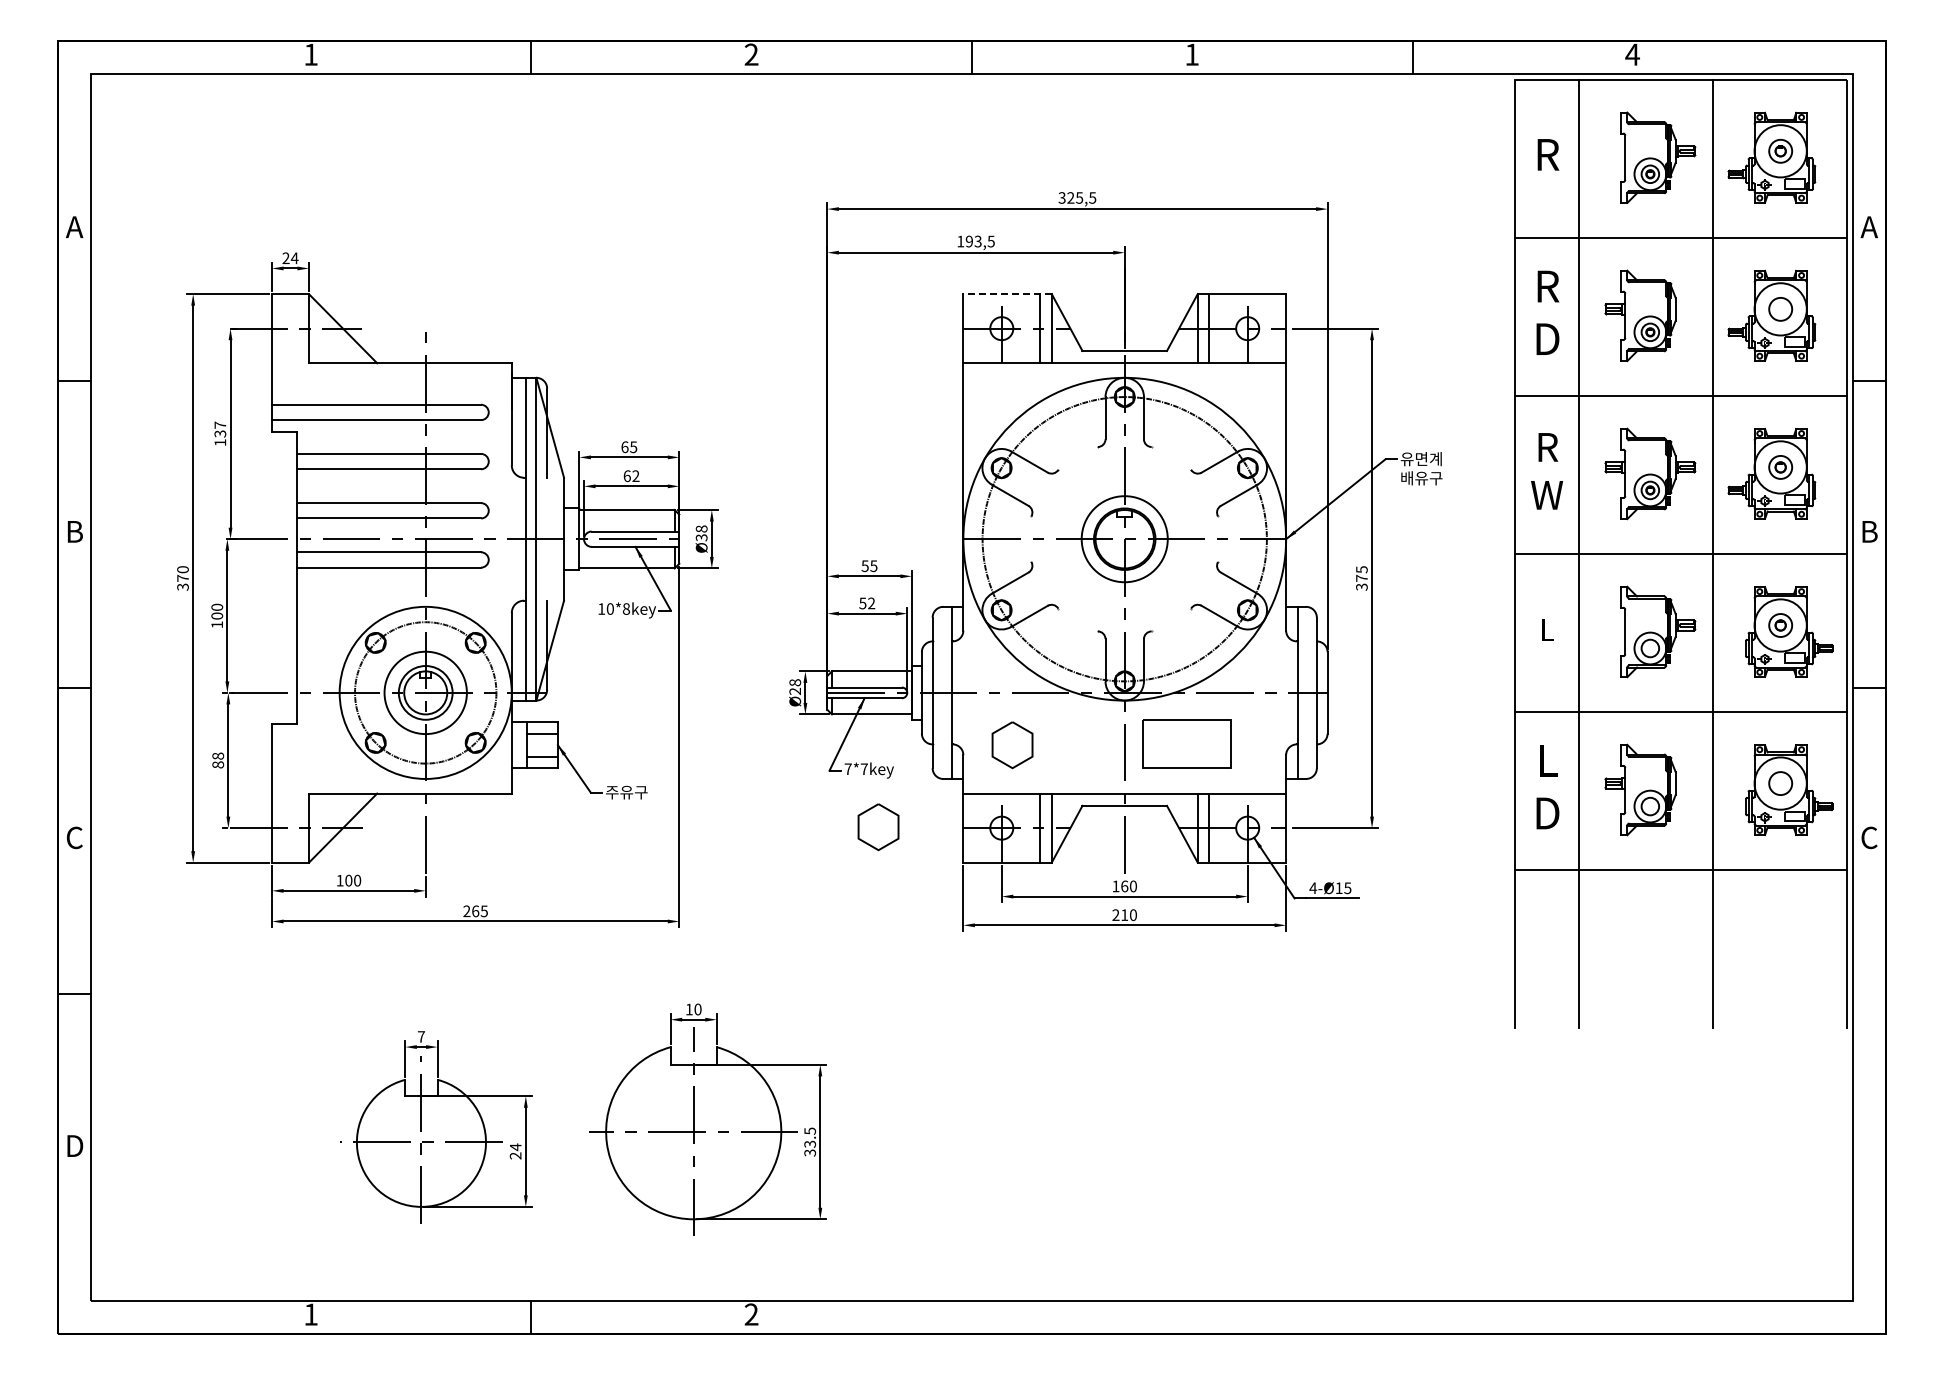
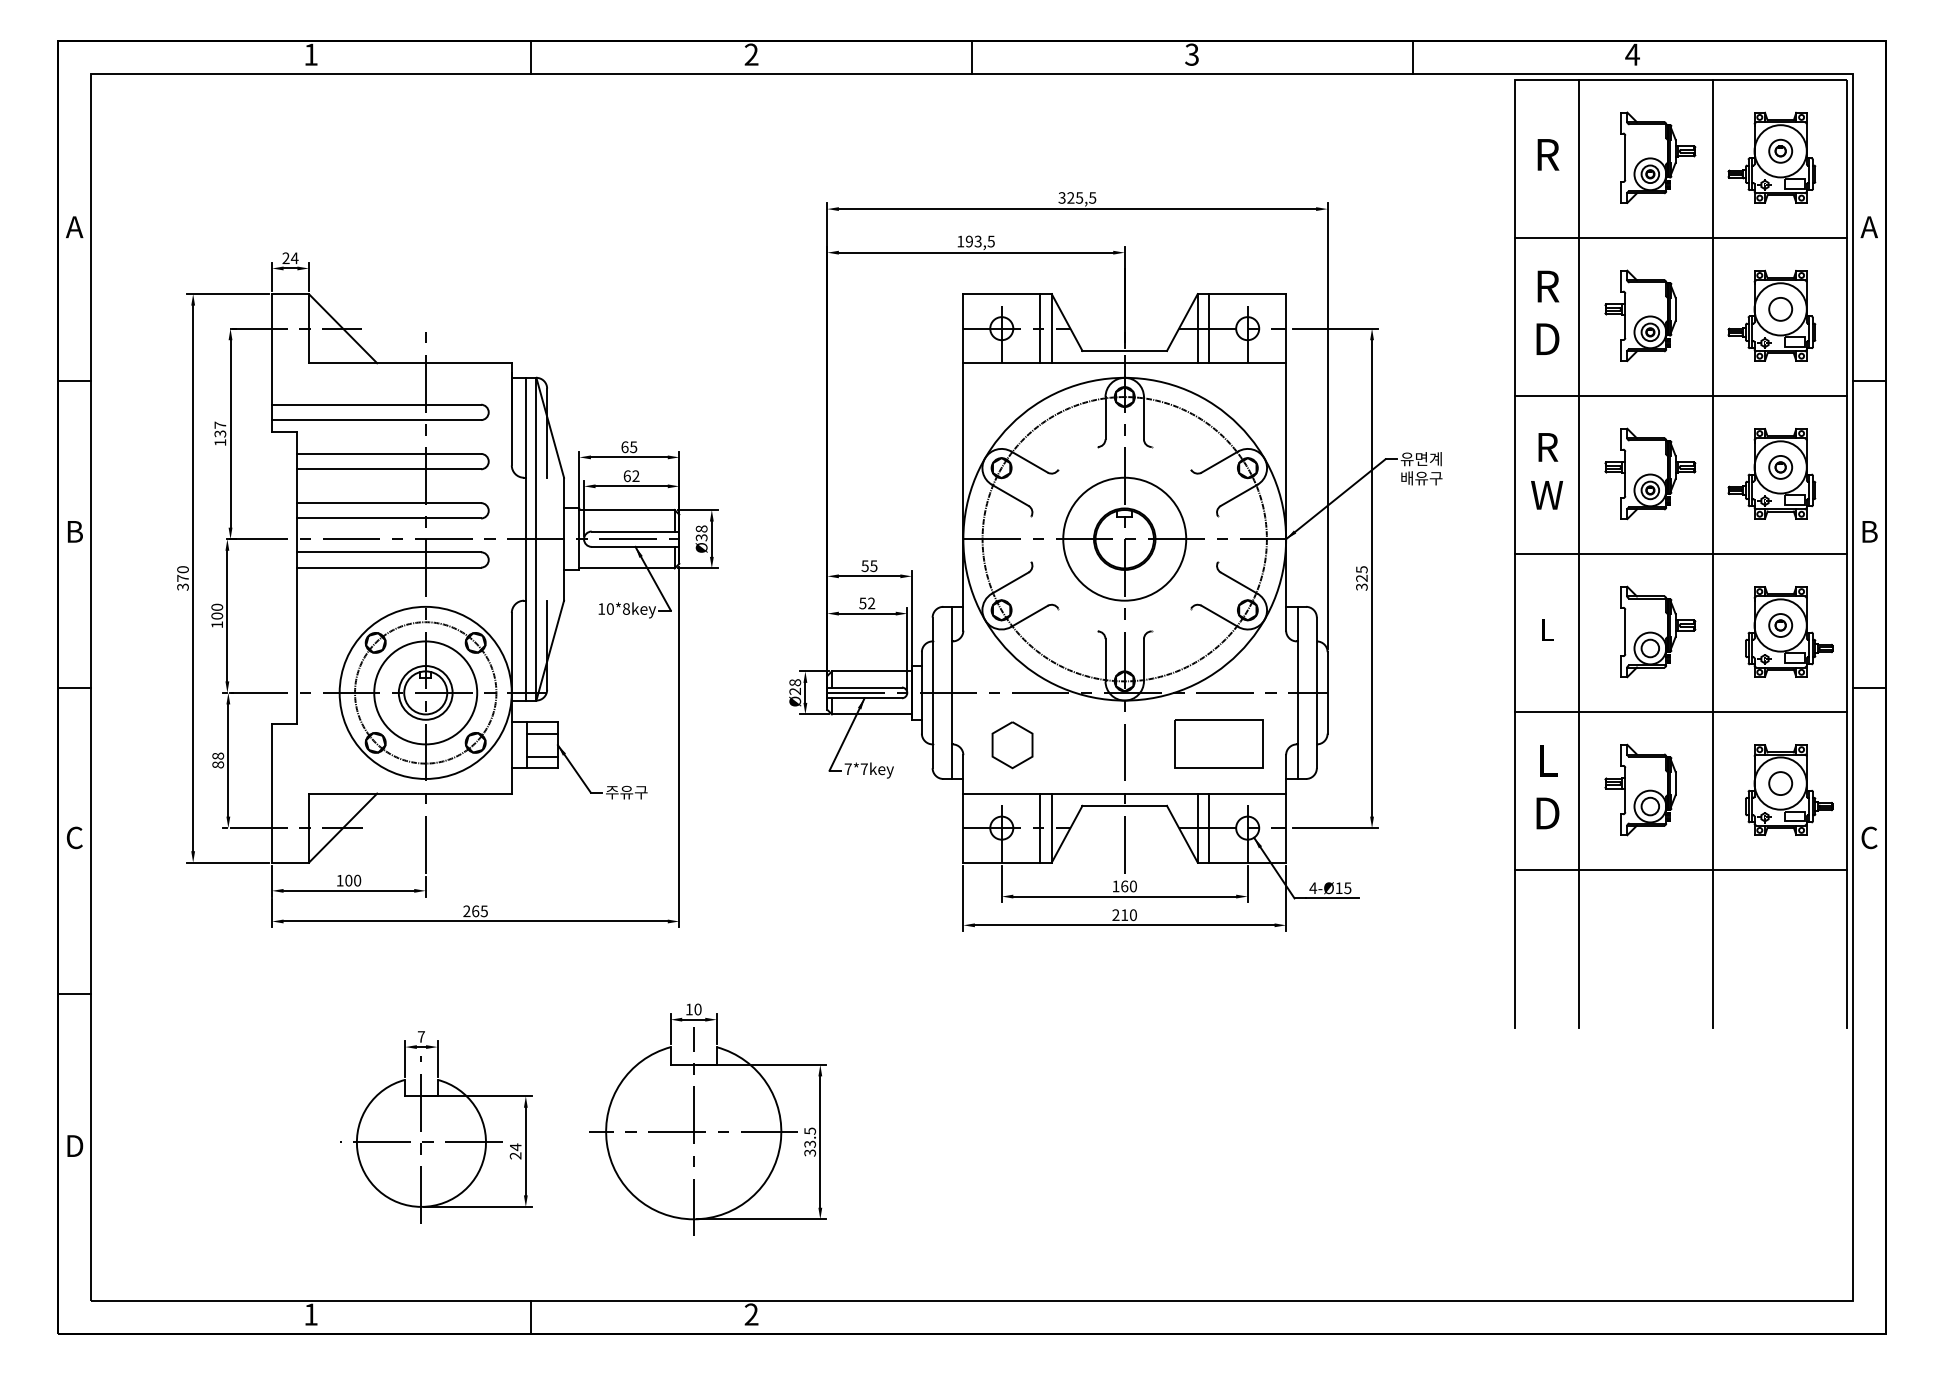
text at (1191, 54): 1 -> 3
line at (1007, 294): dashed -> solid
circle at (1124, 539) diameter: 86 px -> 123 px
text at (1361, 577): 375 -> 325
circle at (425, 692) diameter: 82 px -> 103 px
part at (1186, 743) position: (1186, 743) -> (1218, 743)
part at (878, 827): present -> none
